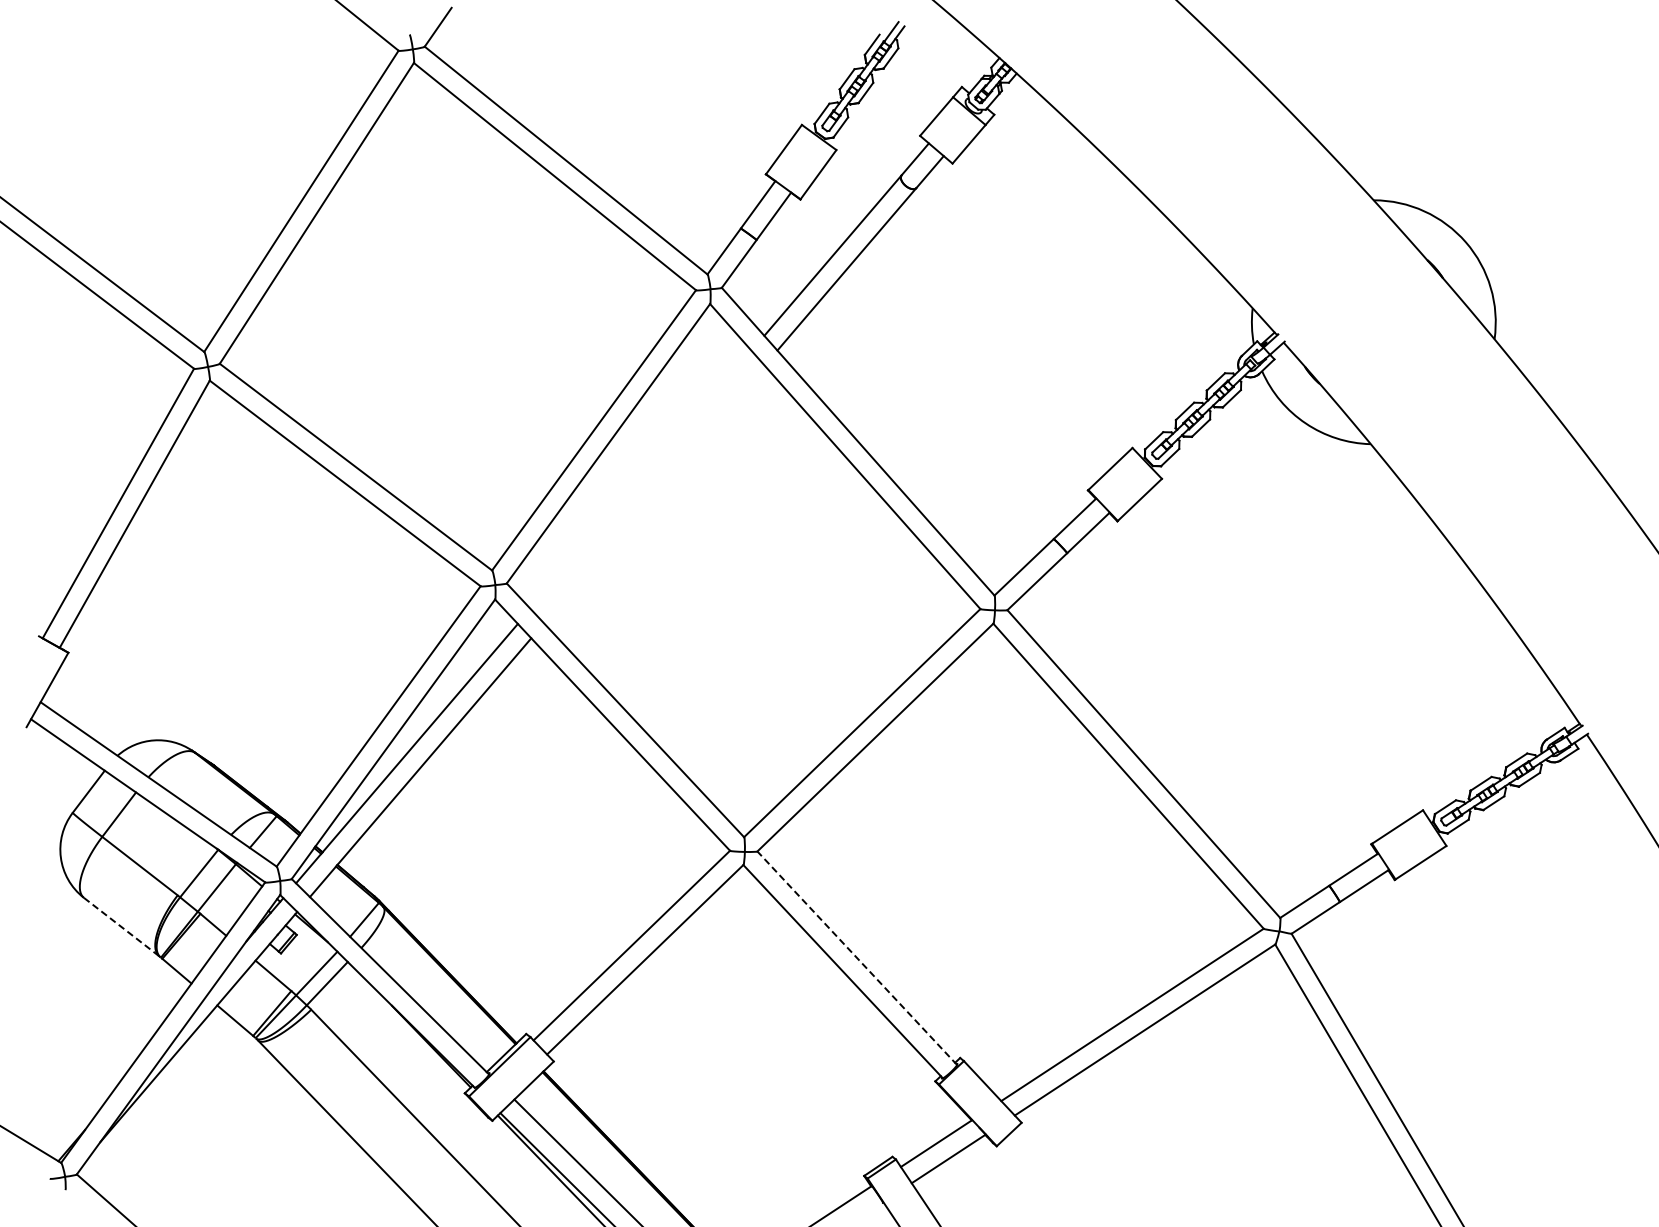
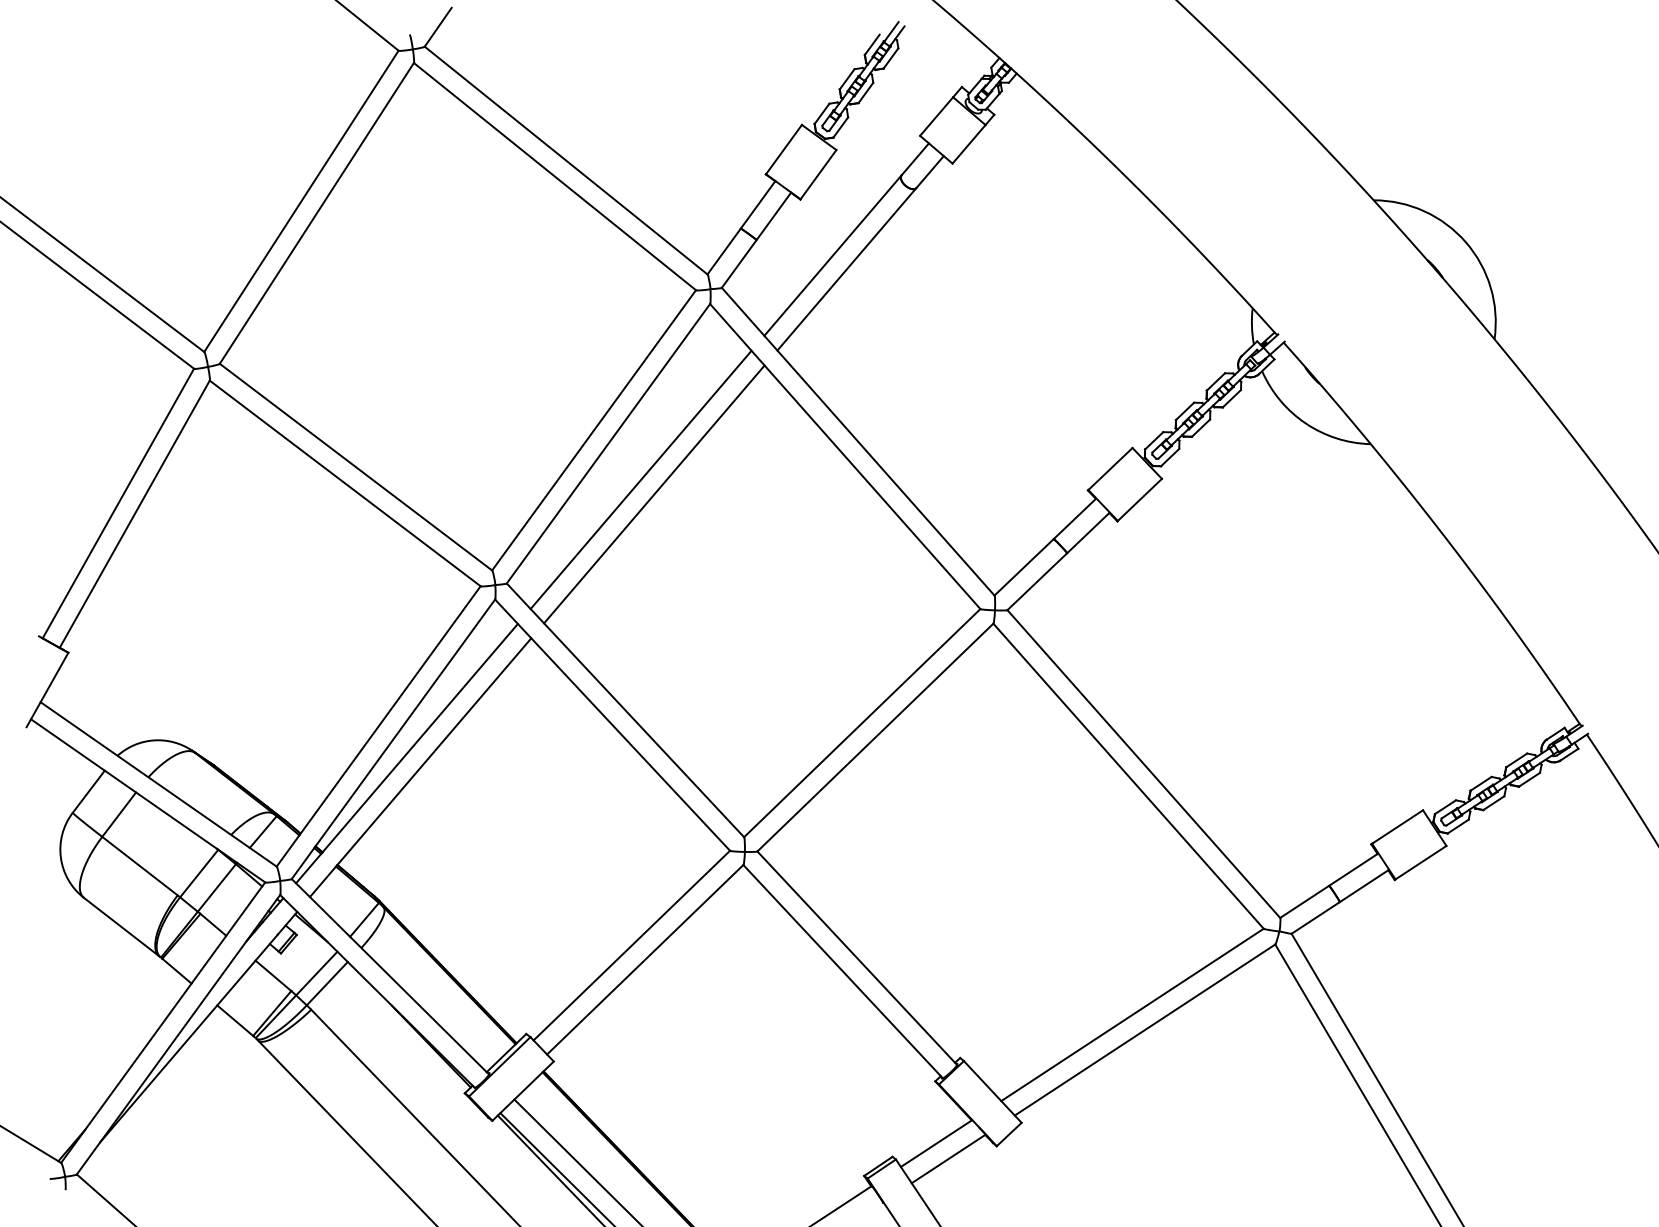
line at (640, 479): none -> present
line at (654, 494): none -> present
line at (121, 927): dashed -> solid
line at (856, 957): dashed -> solid
